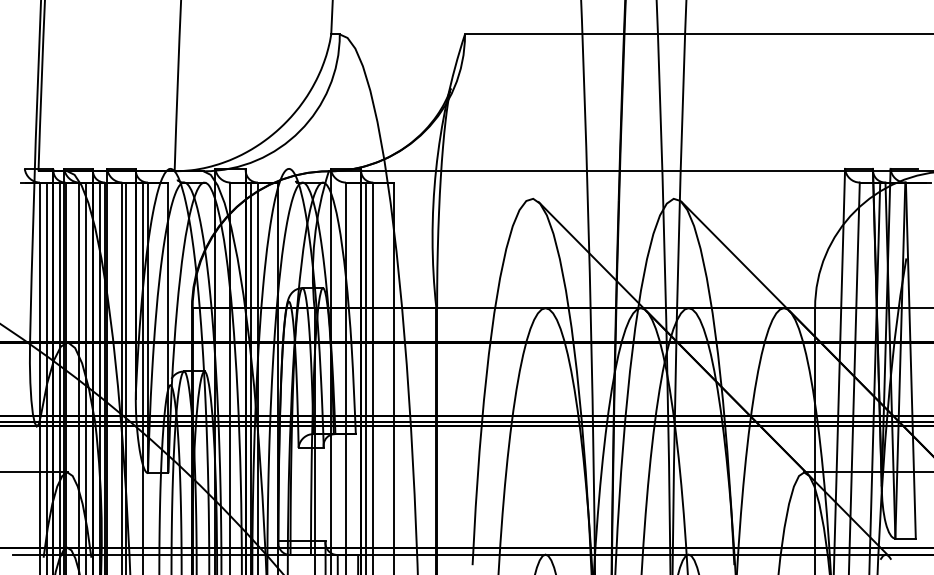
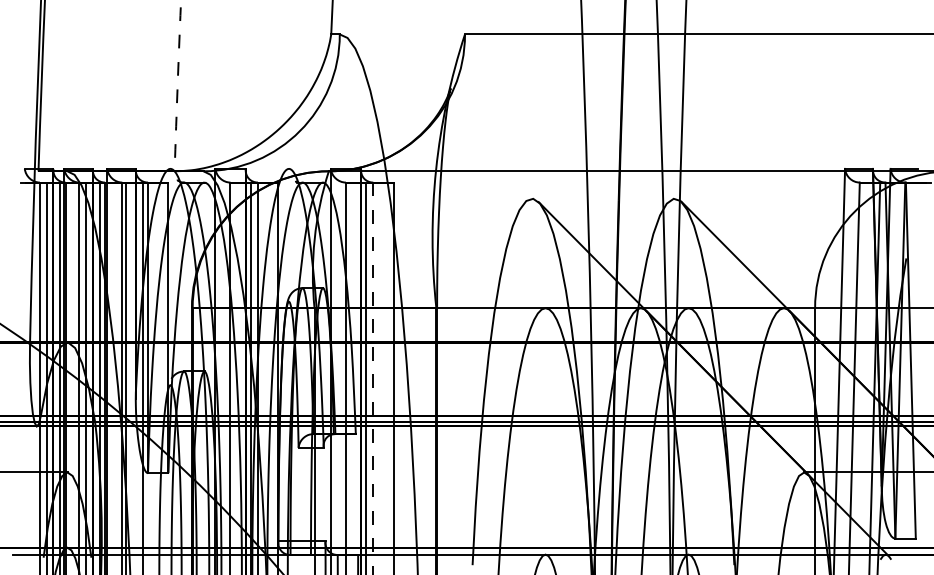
arc at (177, 85): solid -> dashed
line at (373, 378): solid -> dashed
